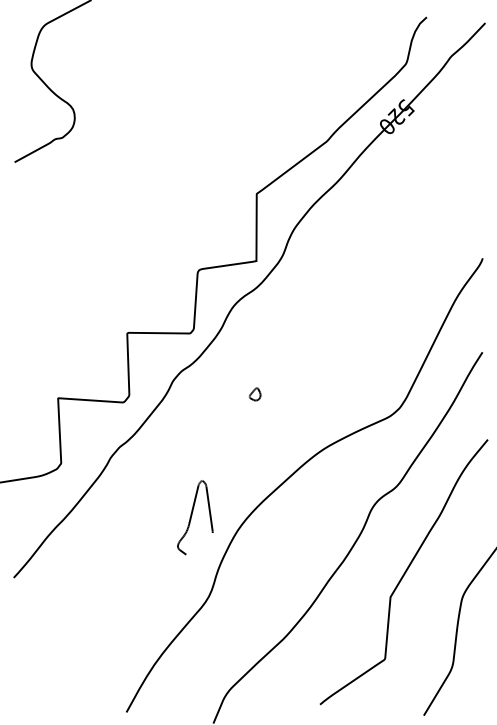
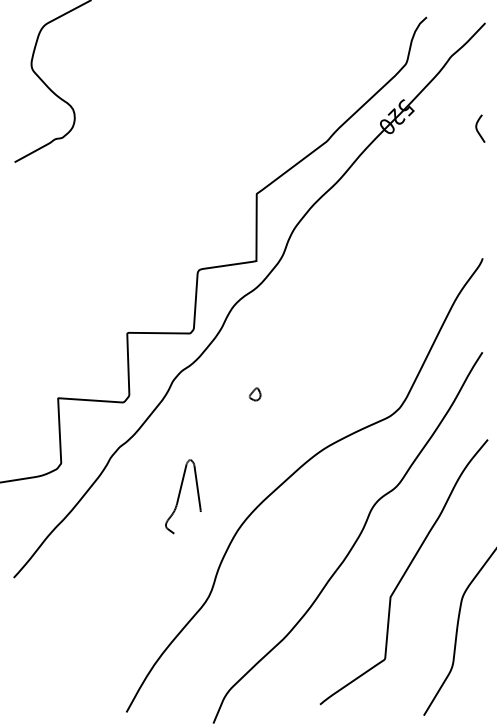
curve at (478, 130): none -> present
part at (195, 517) position: (195, 517) -> (183, 496)
